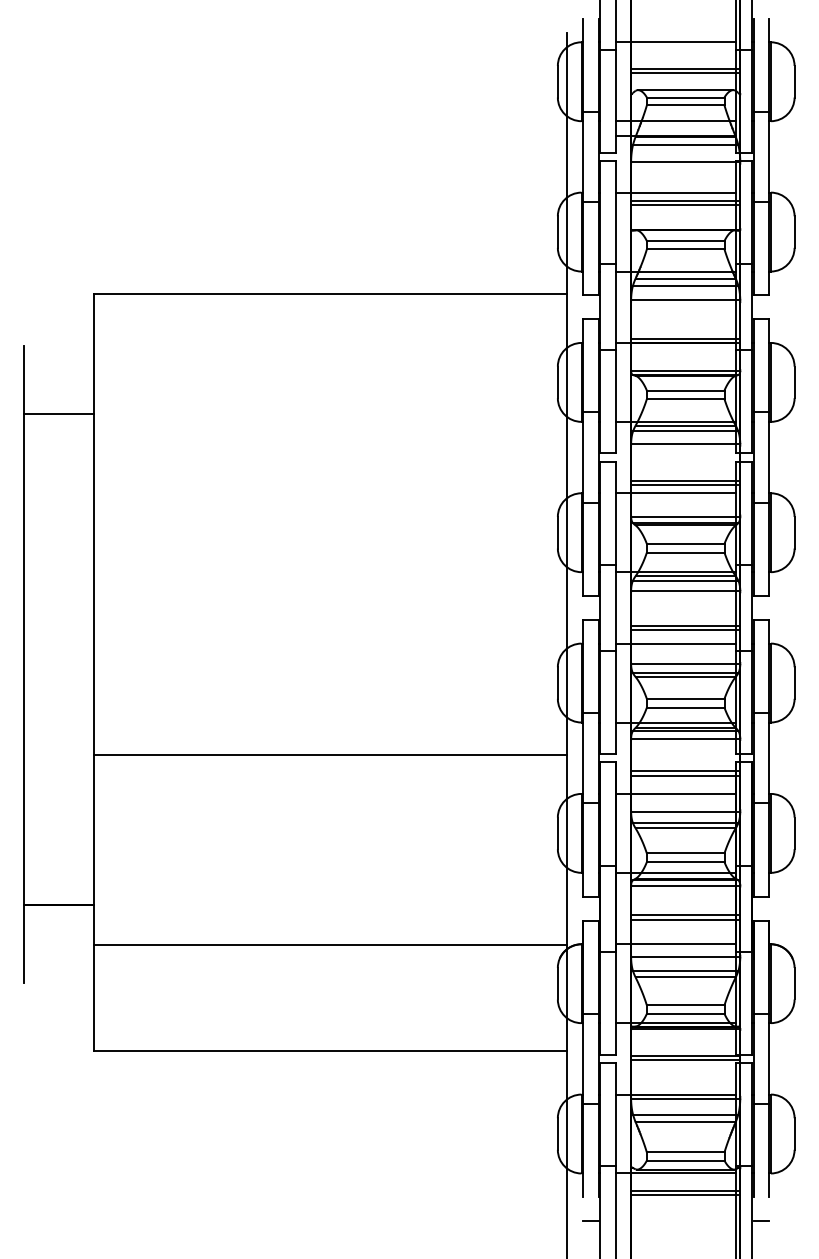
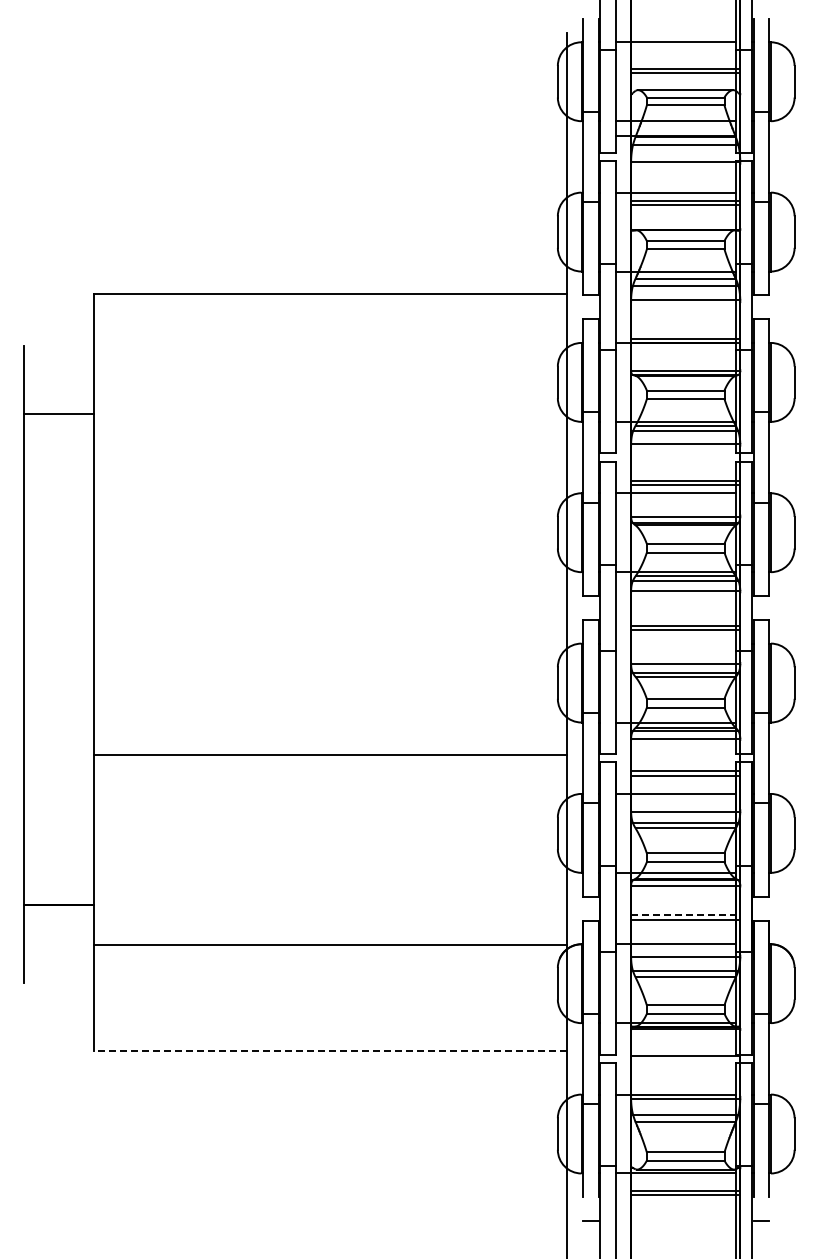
line at (676, 643): present -> none
line at (685, 915): solid -> dashed
line at (330, 1051): solid -> dashed
line at (685, 1060): present -> none
